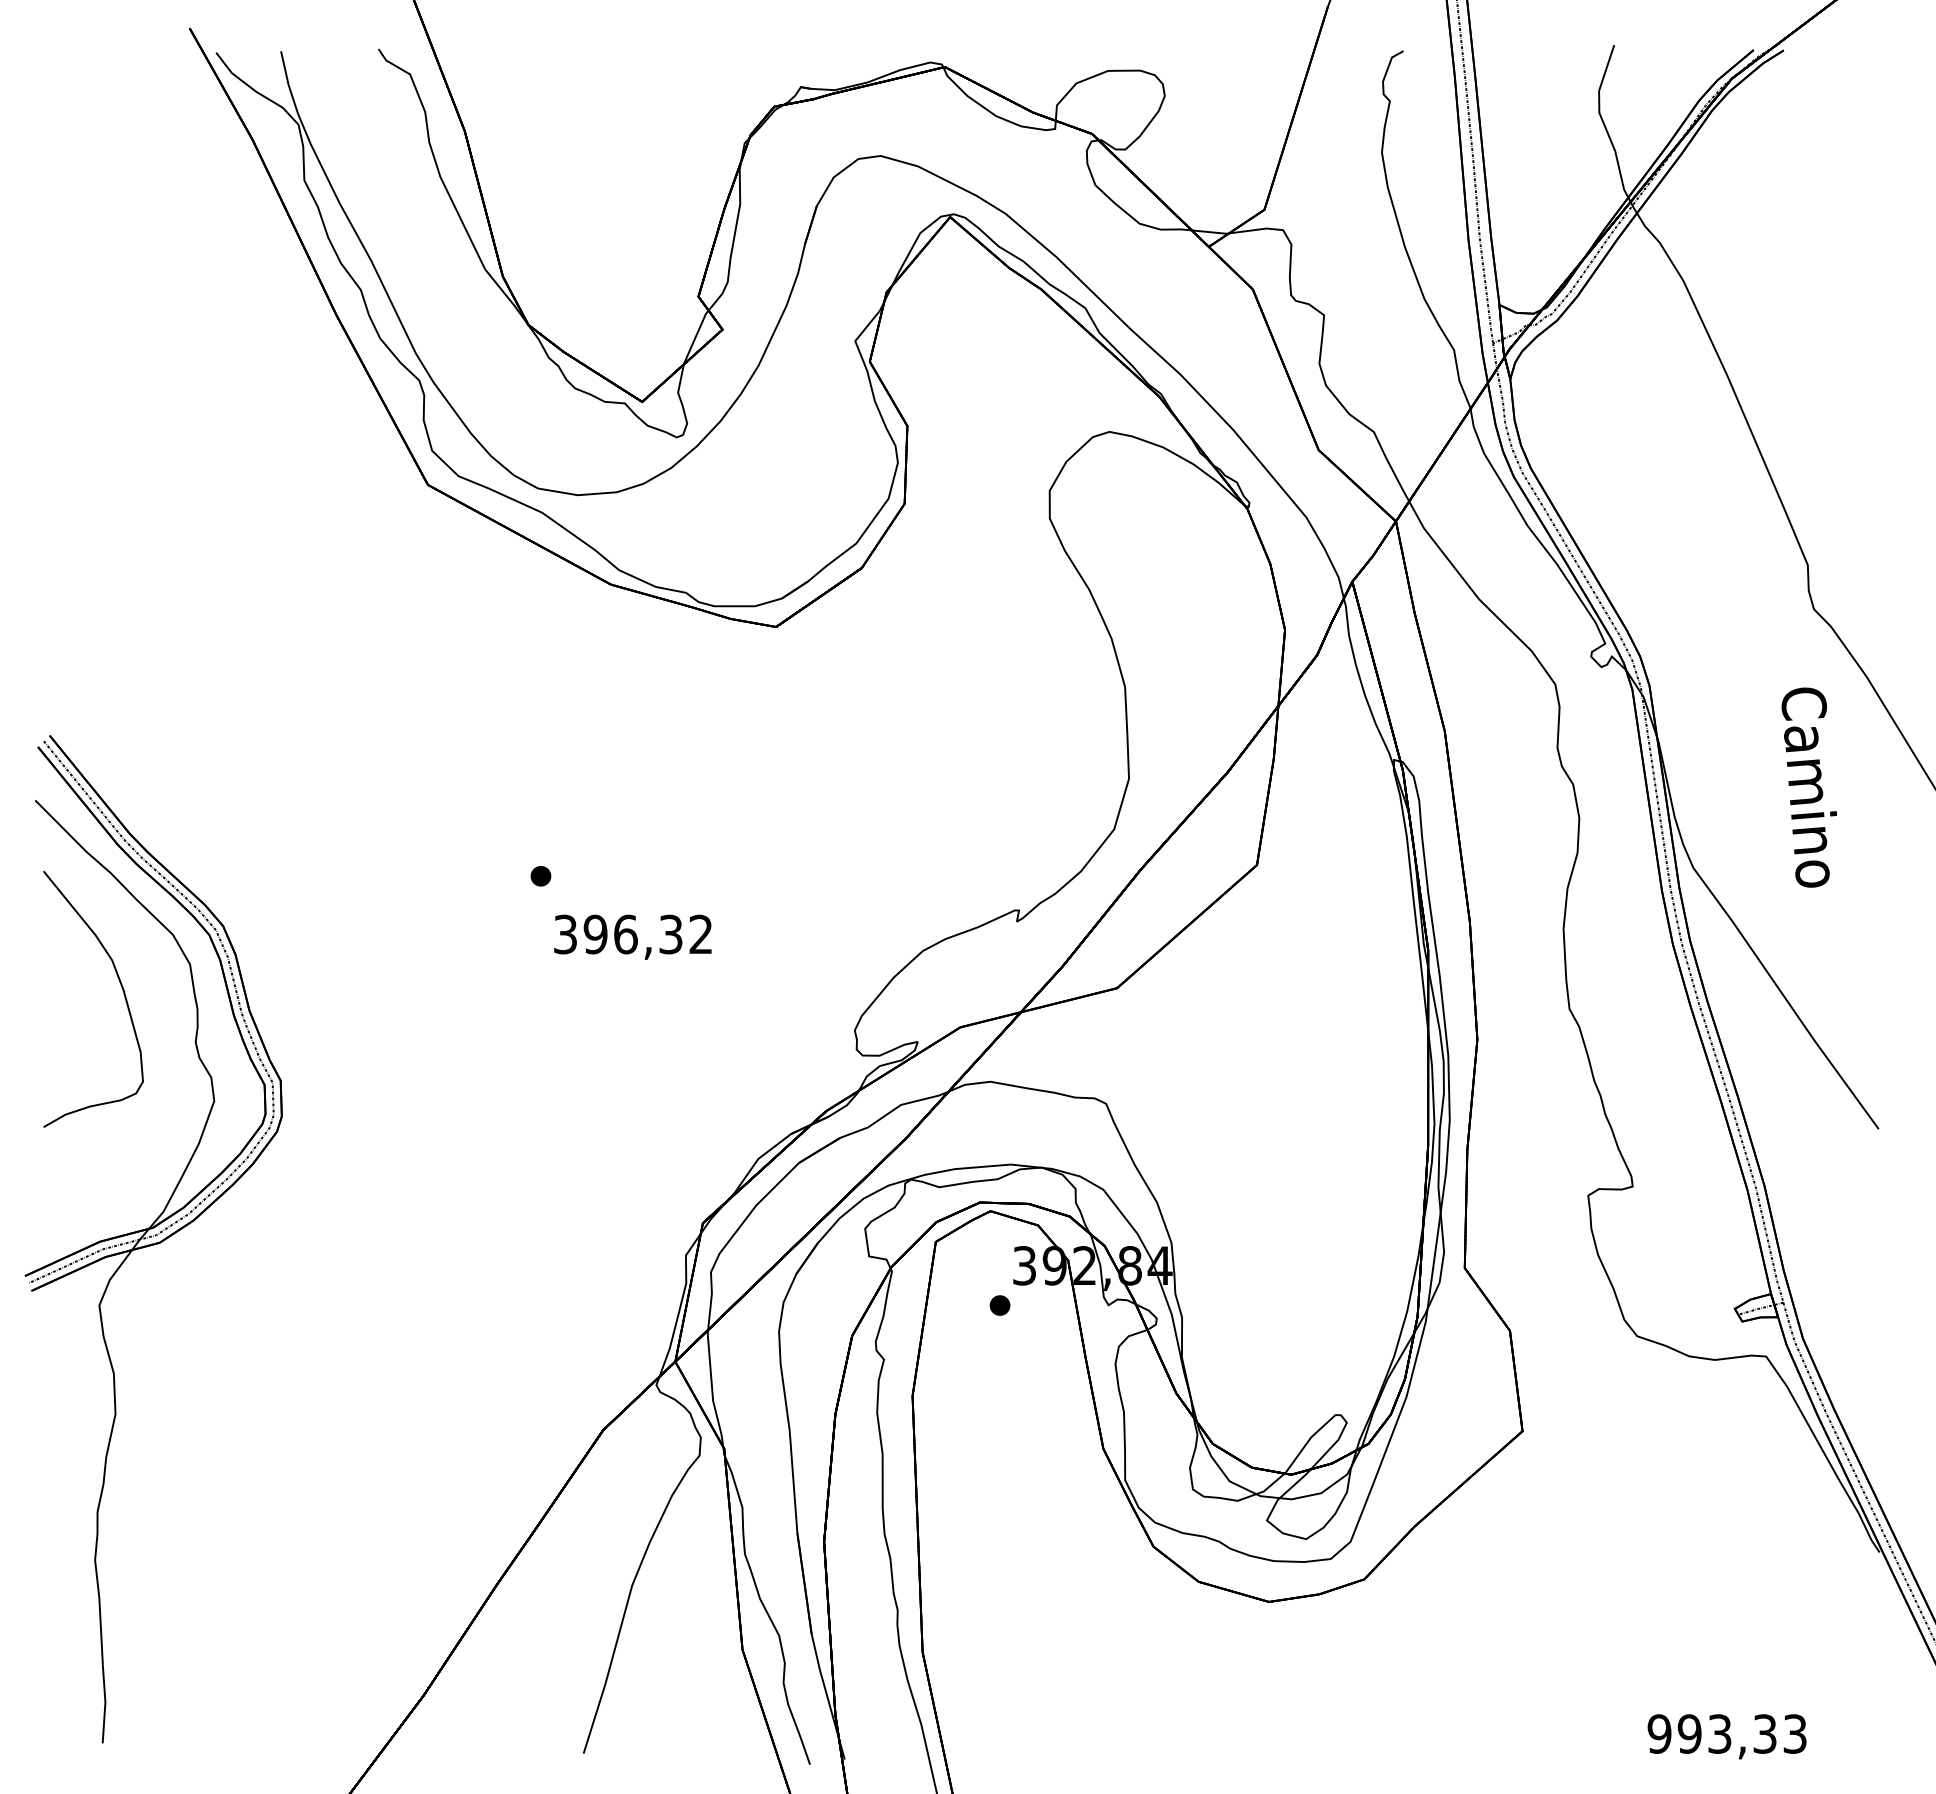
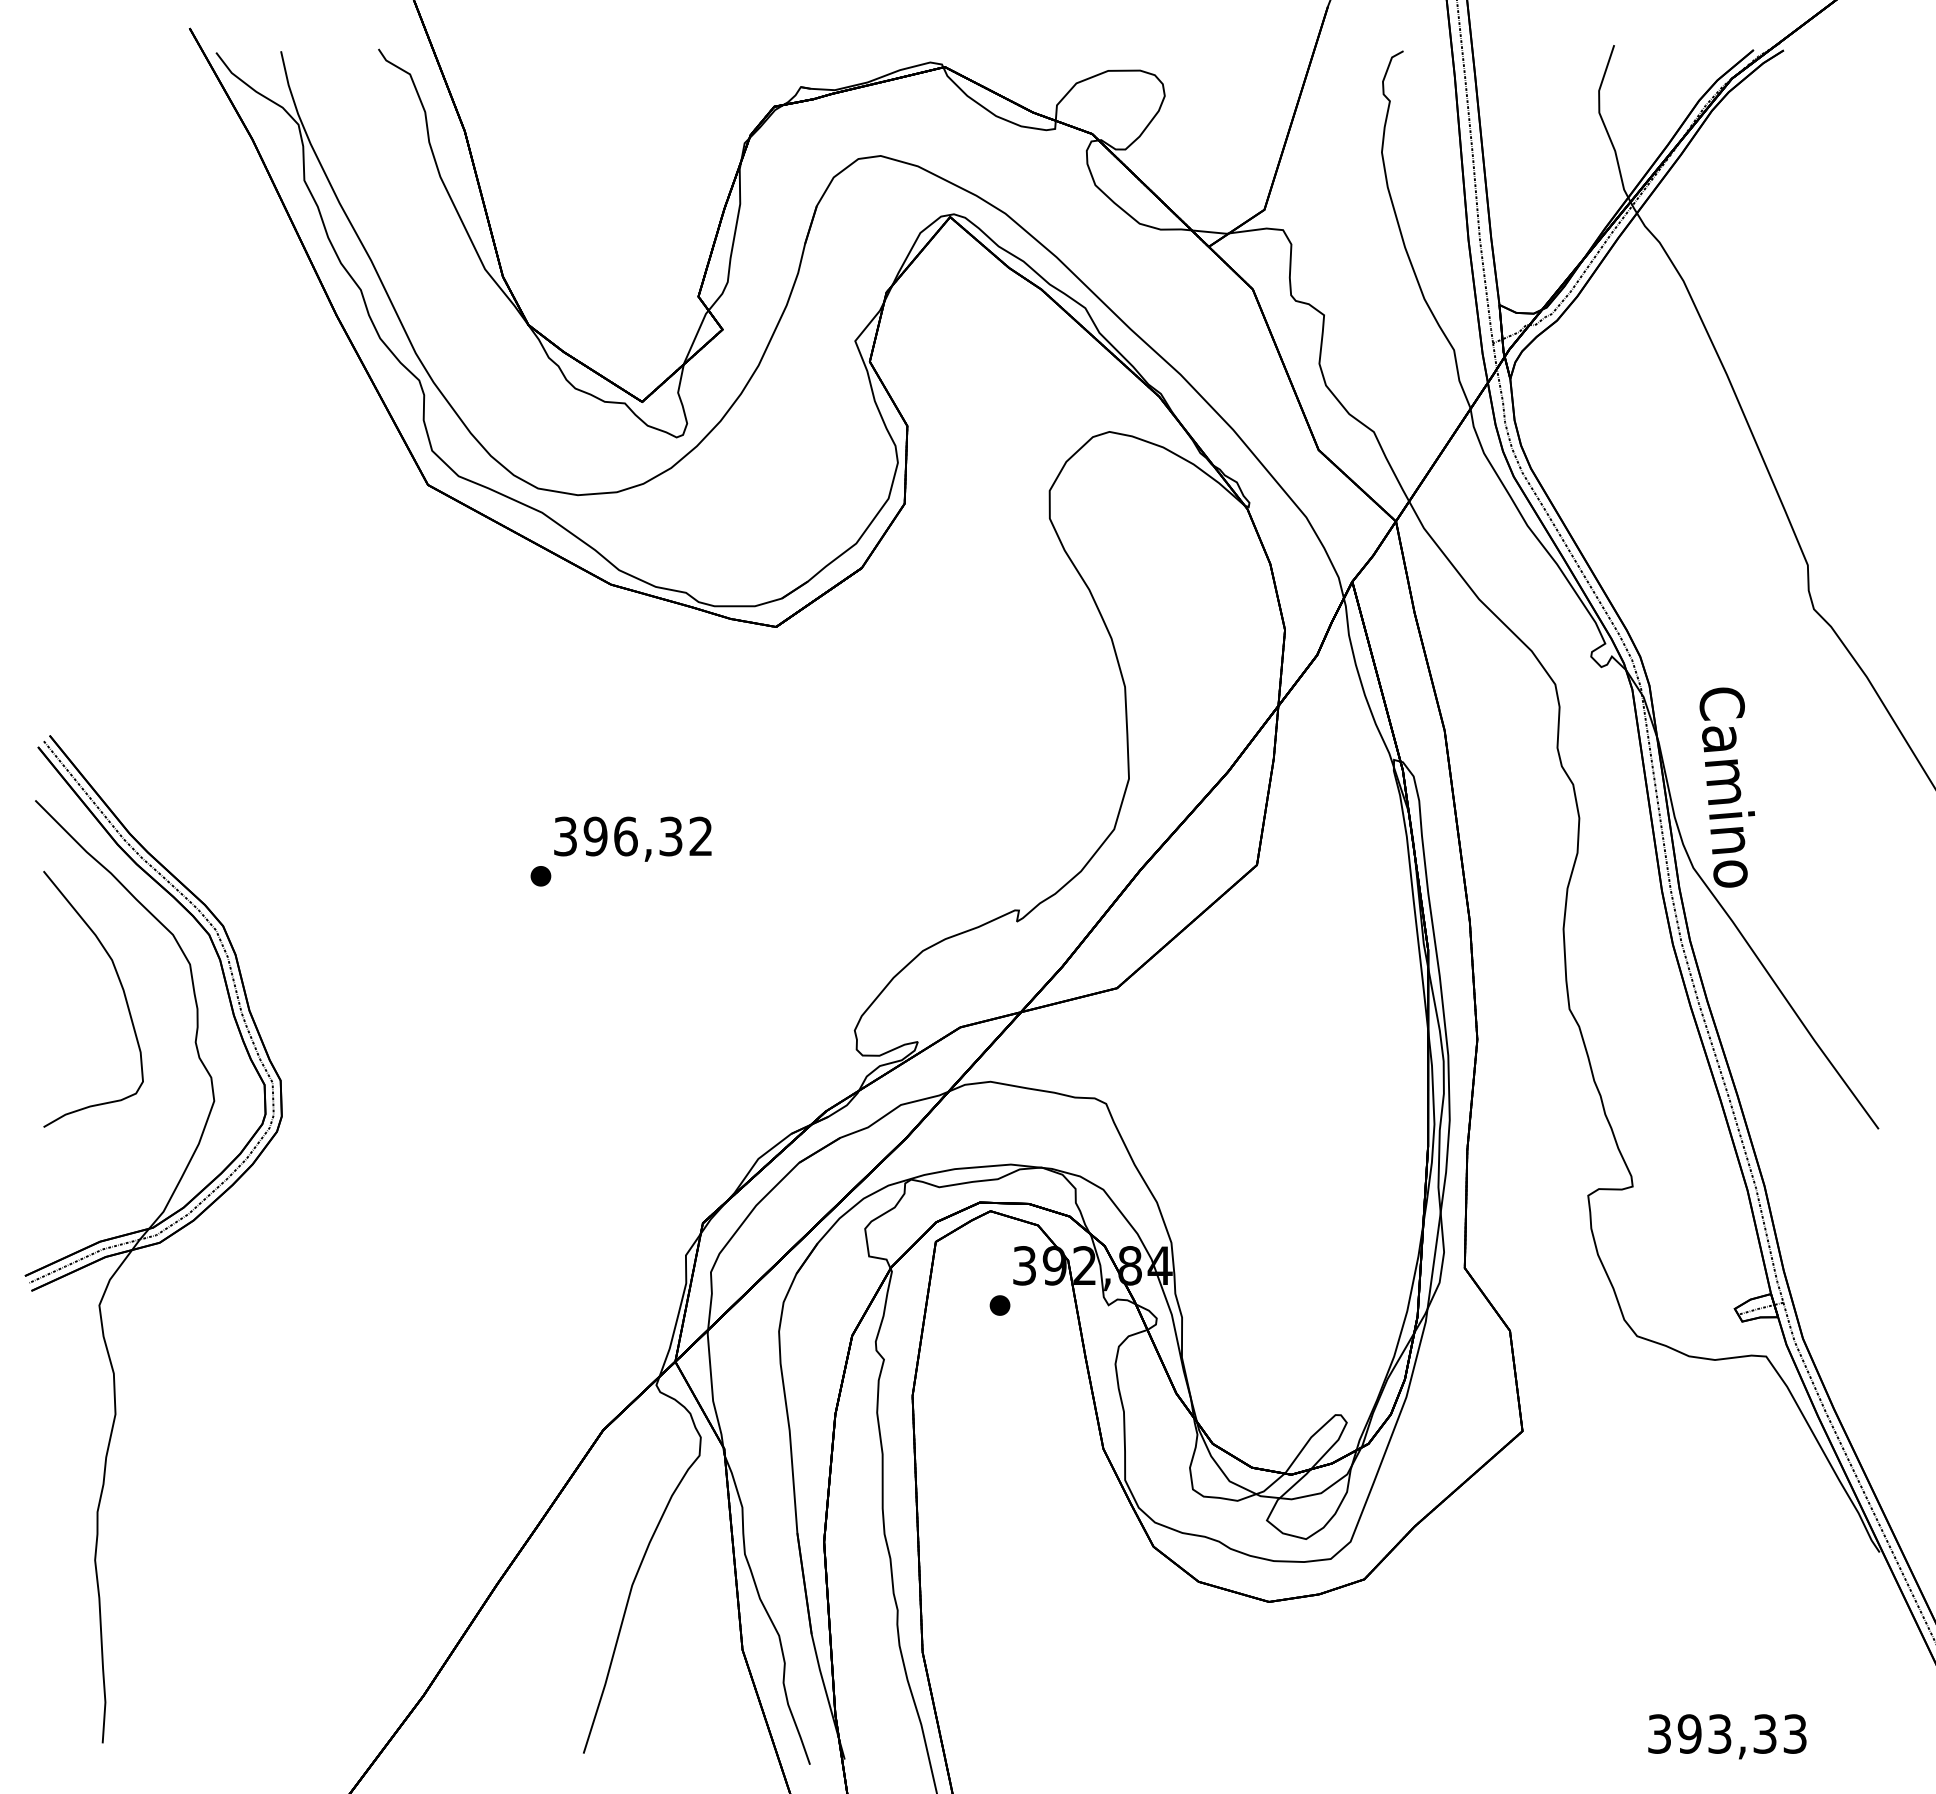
text at (1809, 787) position: (1809, 787) -> (1727, 787)
text at (632, 936) position: (632, 936) -> (632, 838)
text at (1659, 1733): 993,33 -> 393,33
